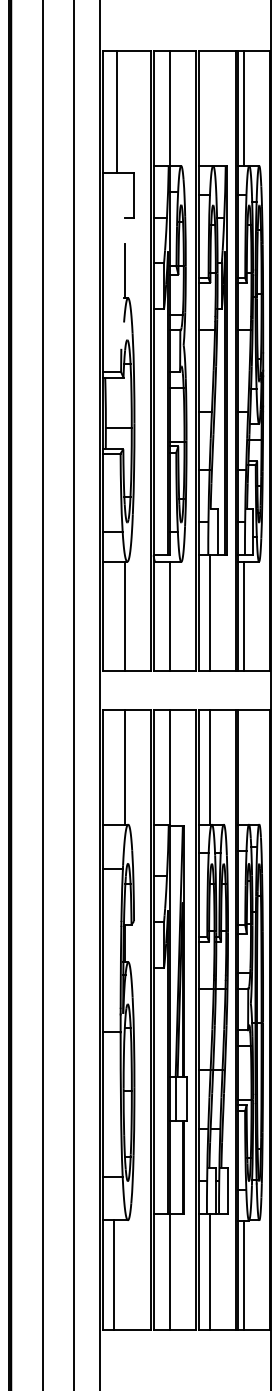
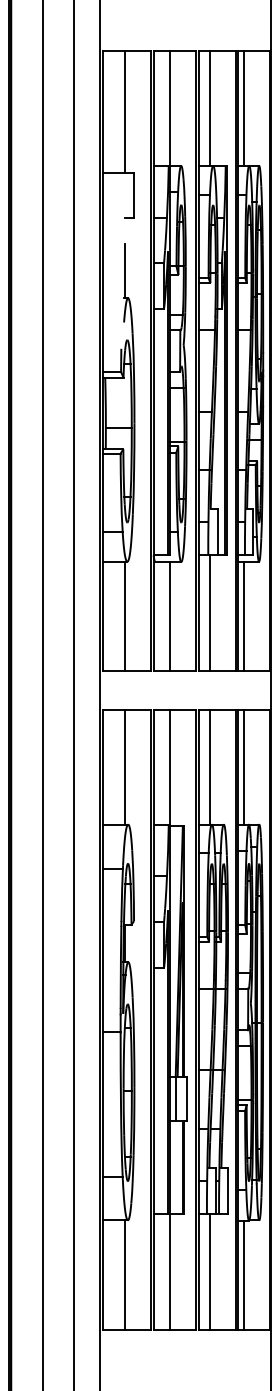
line at (209, 108): none -> present
line at (116, 111) position: (116, 111) -> (124, 111)
line at (243, 767): none -> present
line at (113, 1274) position: (113, 1274) -> (124, 1274)
